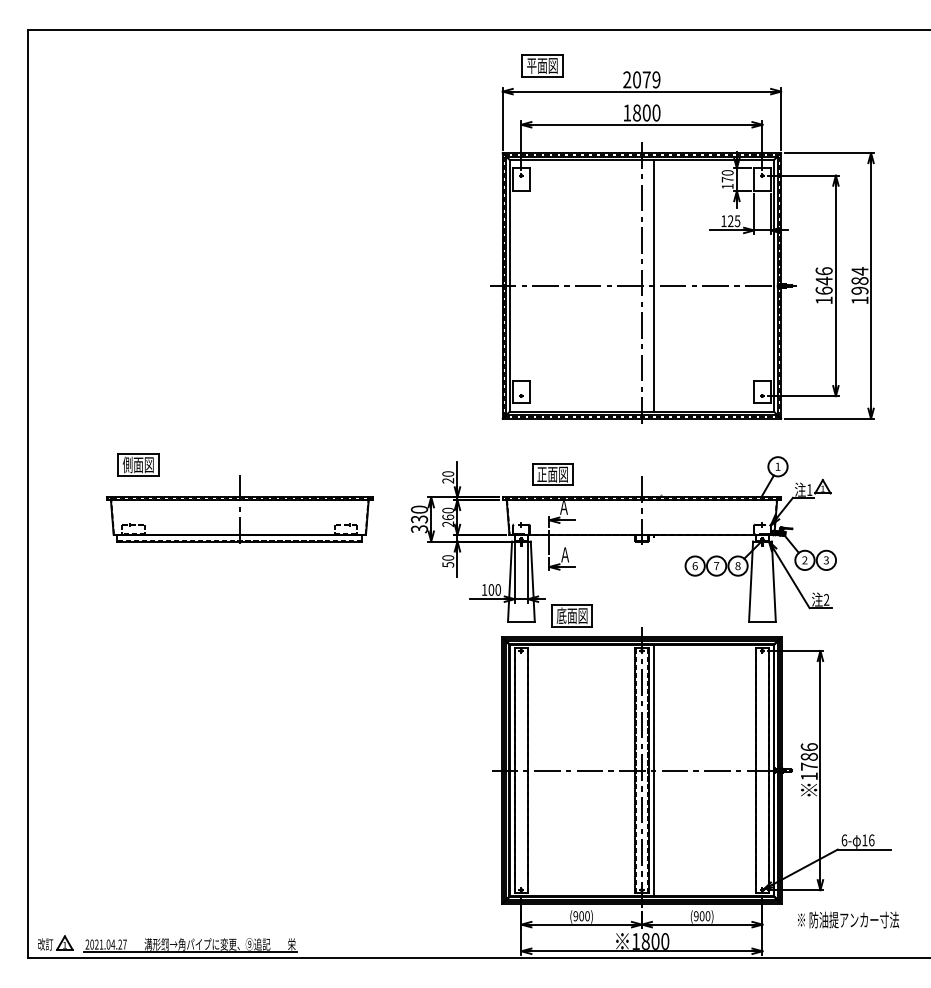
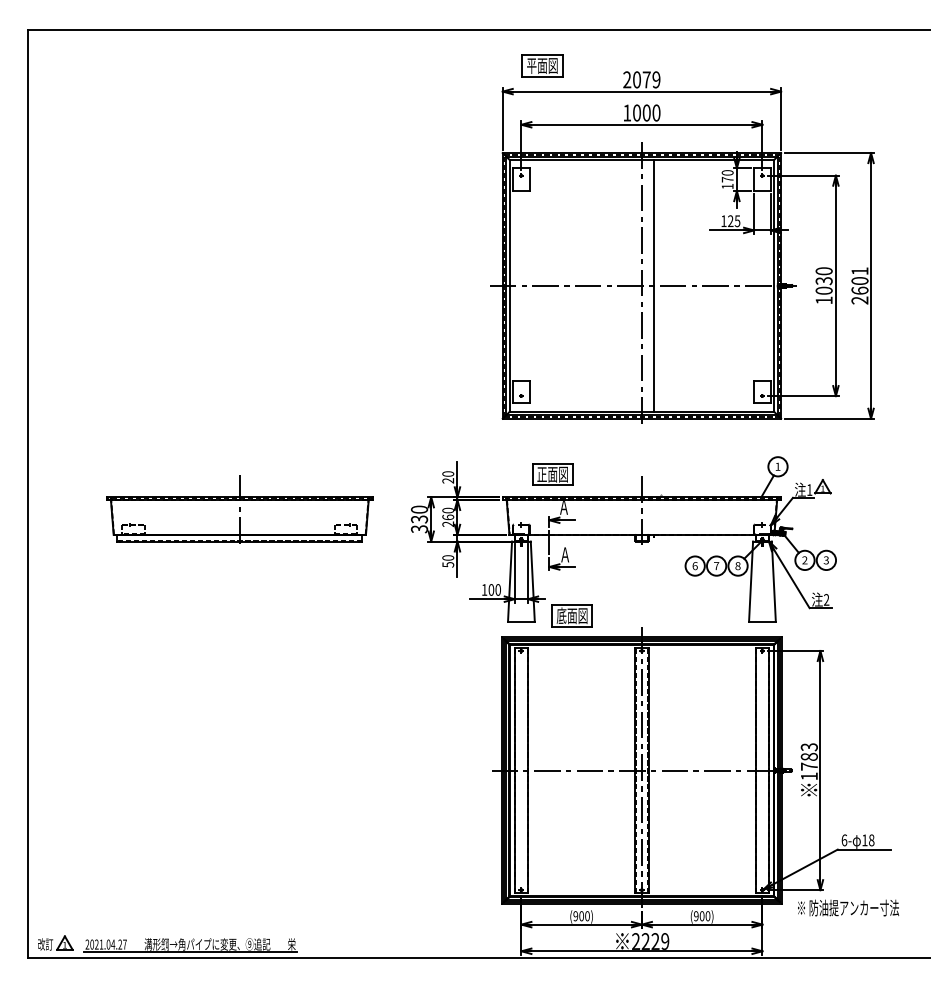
text at (637, 113): 1800 -> 1000
text at (823, 280): 1646 -> 1030
text at (859, 285): 1984 -> 2601
part at (138, 464): present -> none
text at (808, 747): 1786 -> 1783
line at (653, 770): present -> none
text at (871, 840): 16 -> 18
text at (848, 919) position: (848, 919) -> (848, 907)
text at (650, 941): 1800 -> 2229
